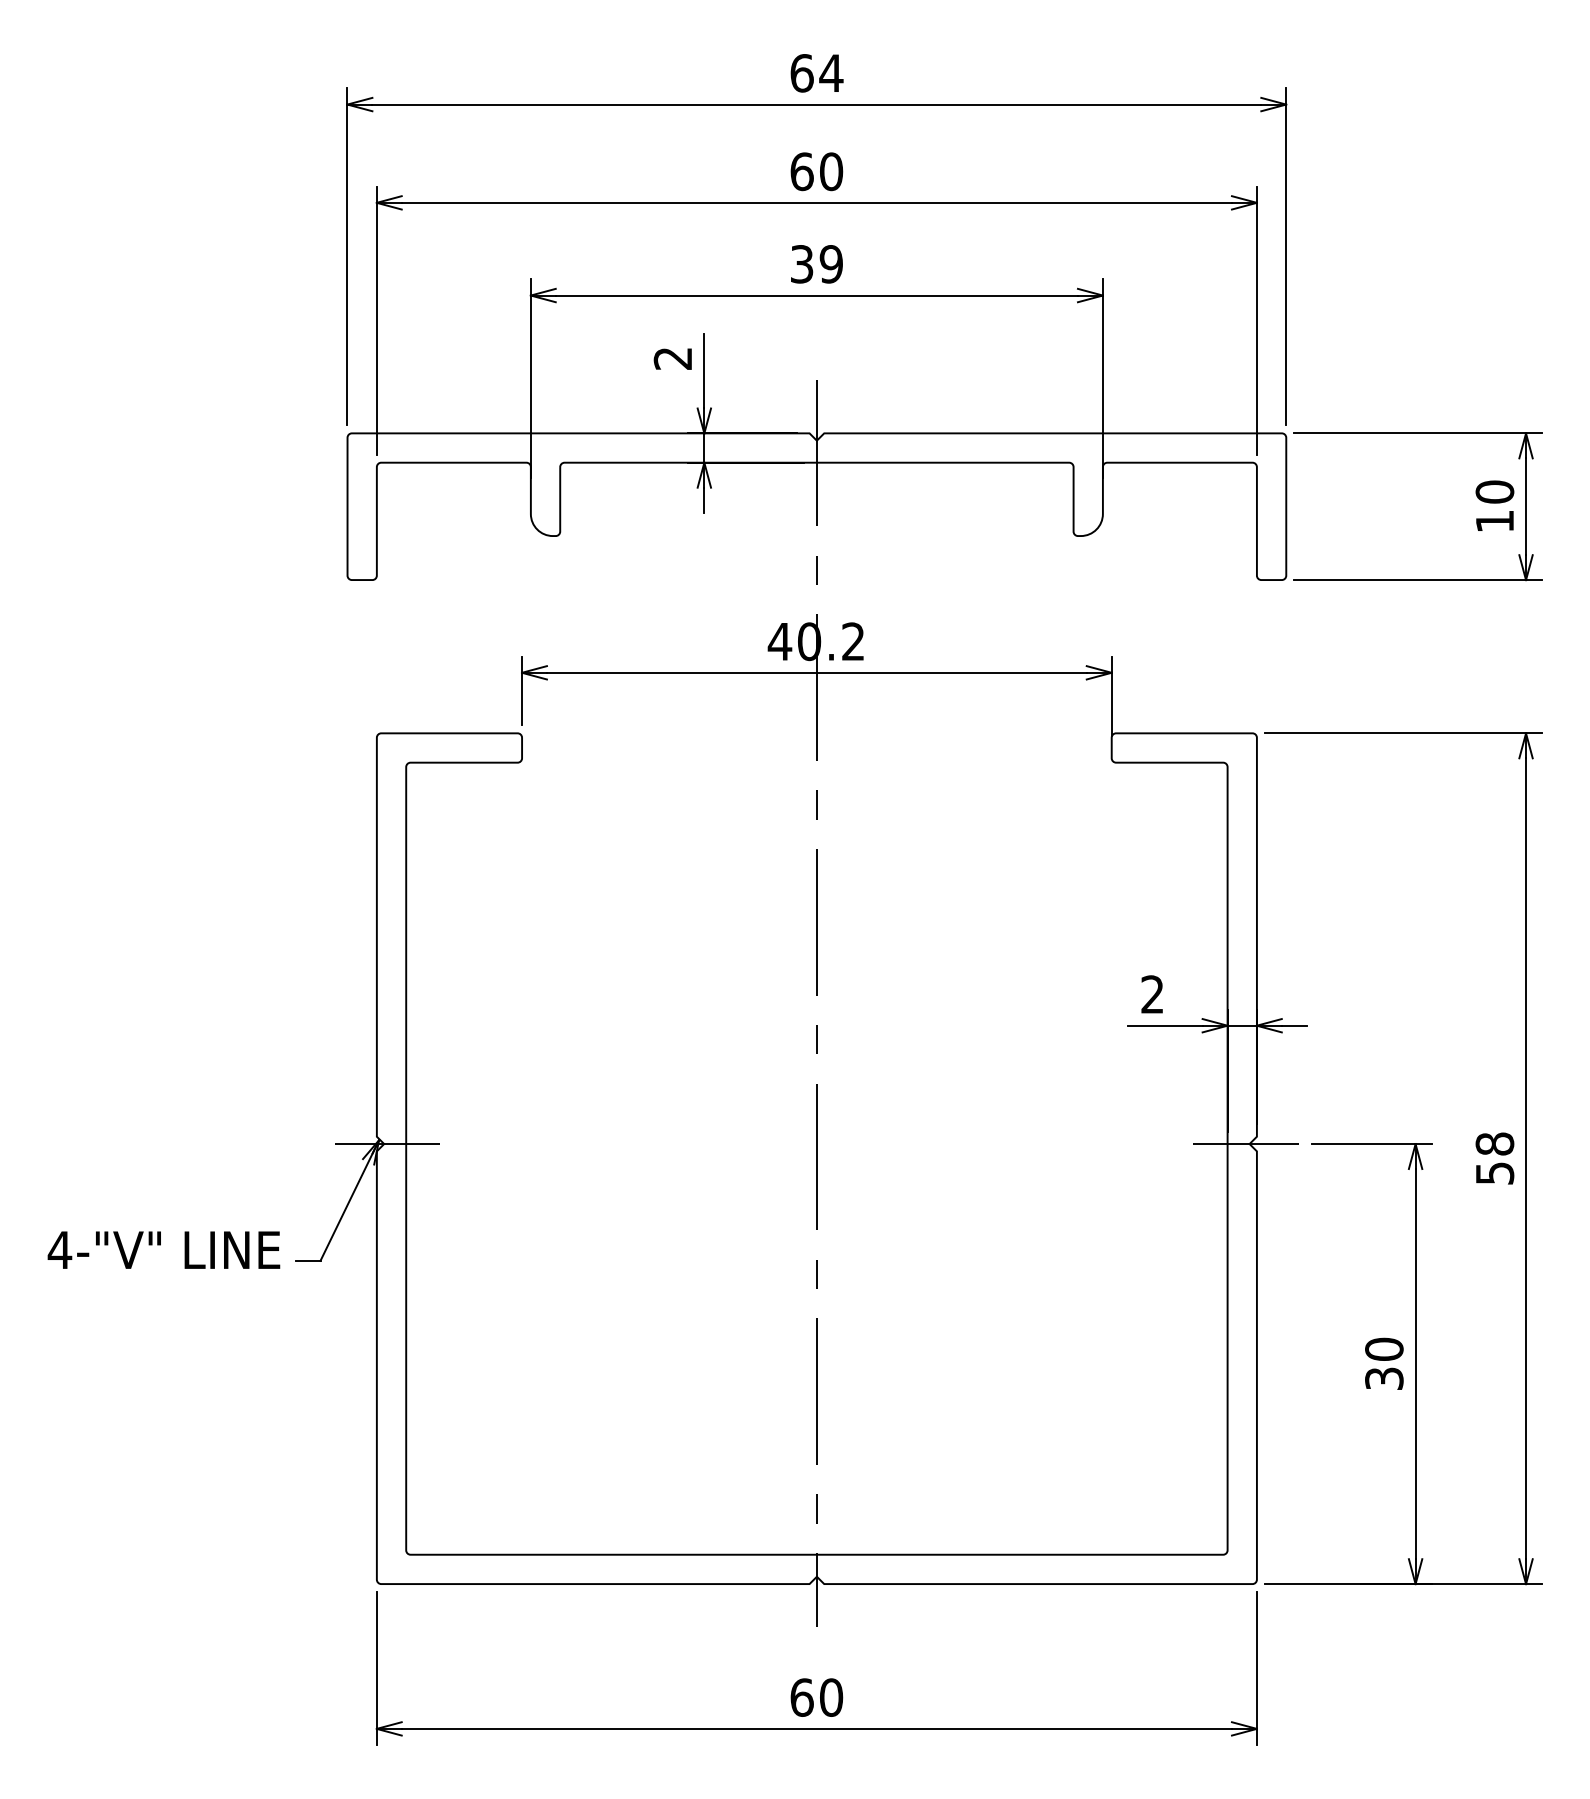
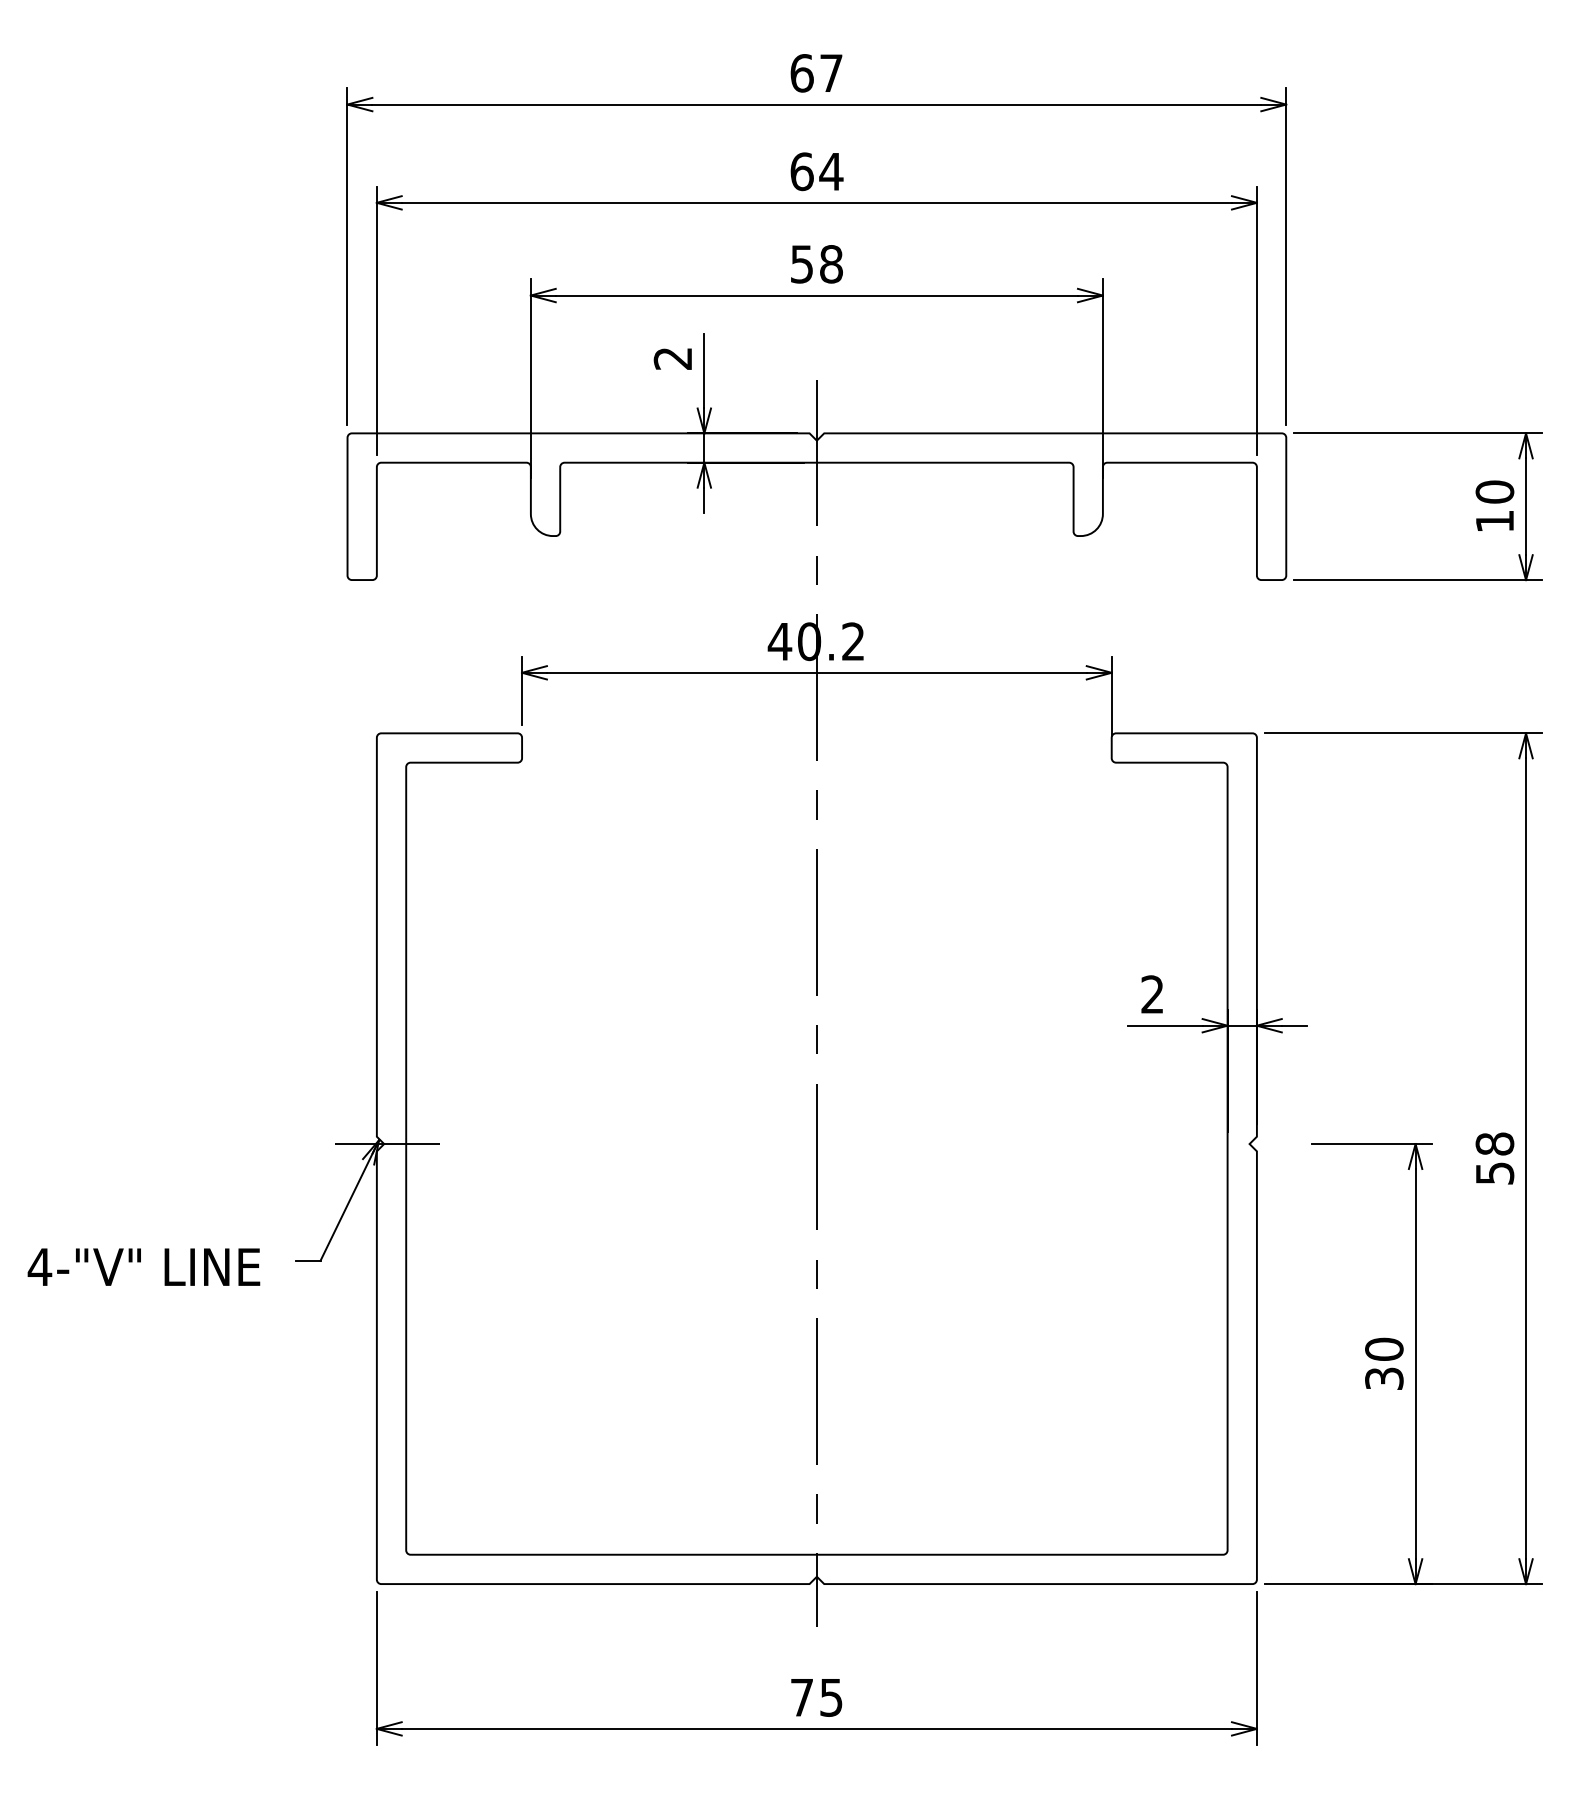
text at (831, 72): 64 -> 67
text at (831, 171): 60 -> 64
text at (816, 264): 39 -> 58
line at (1246, 1144): present -> none
text at (163, 1249) position: (163, 1249) -> (143, 1266)
text at (816, 1697): 60 -> 75
